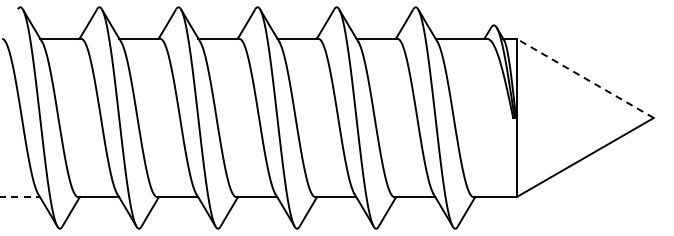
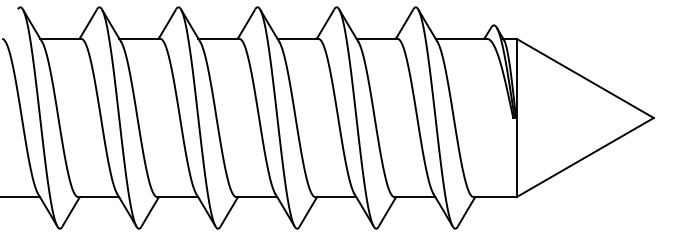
line at (584, 78): dashed -> solid
line at (20, 197): dashed -> solid
